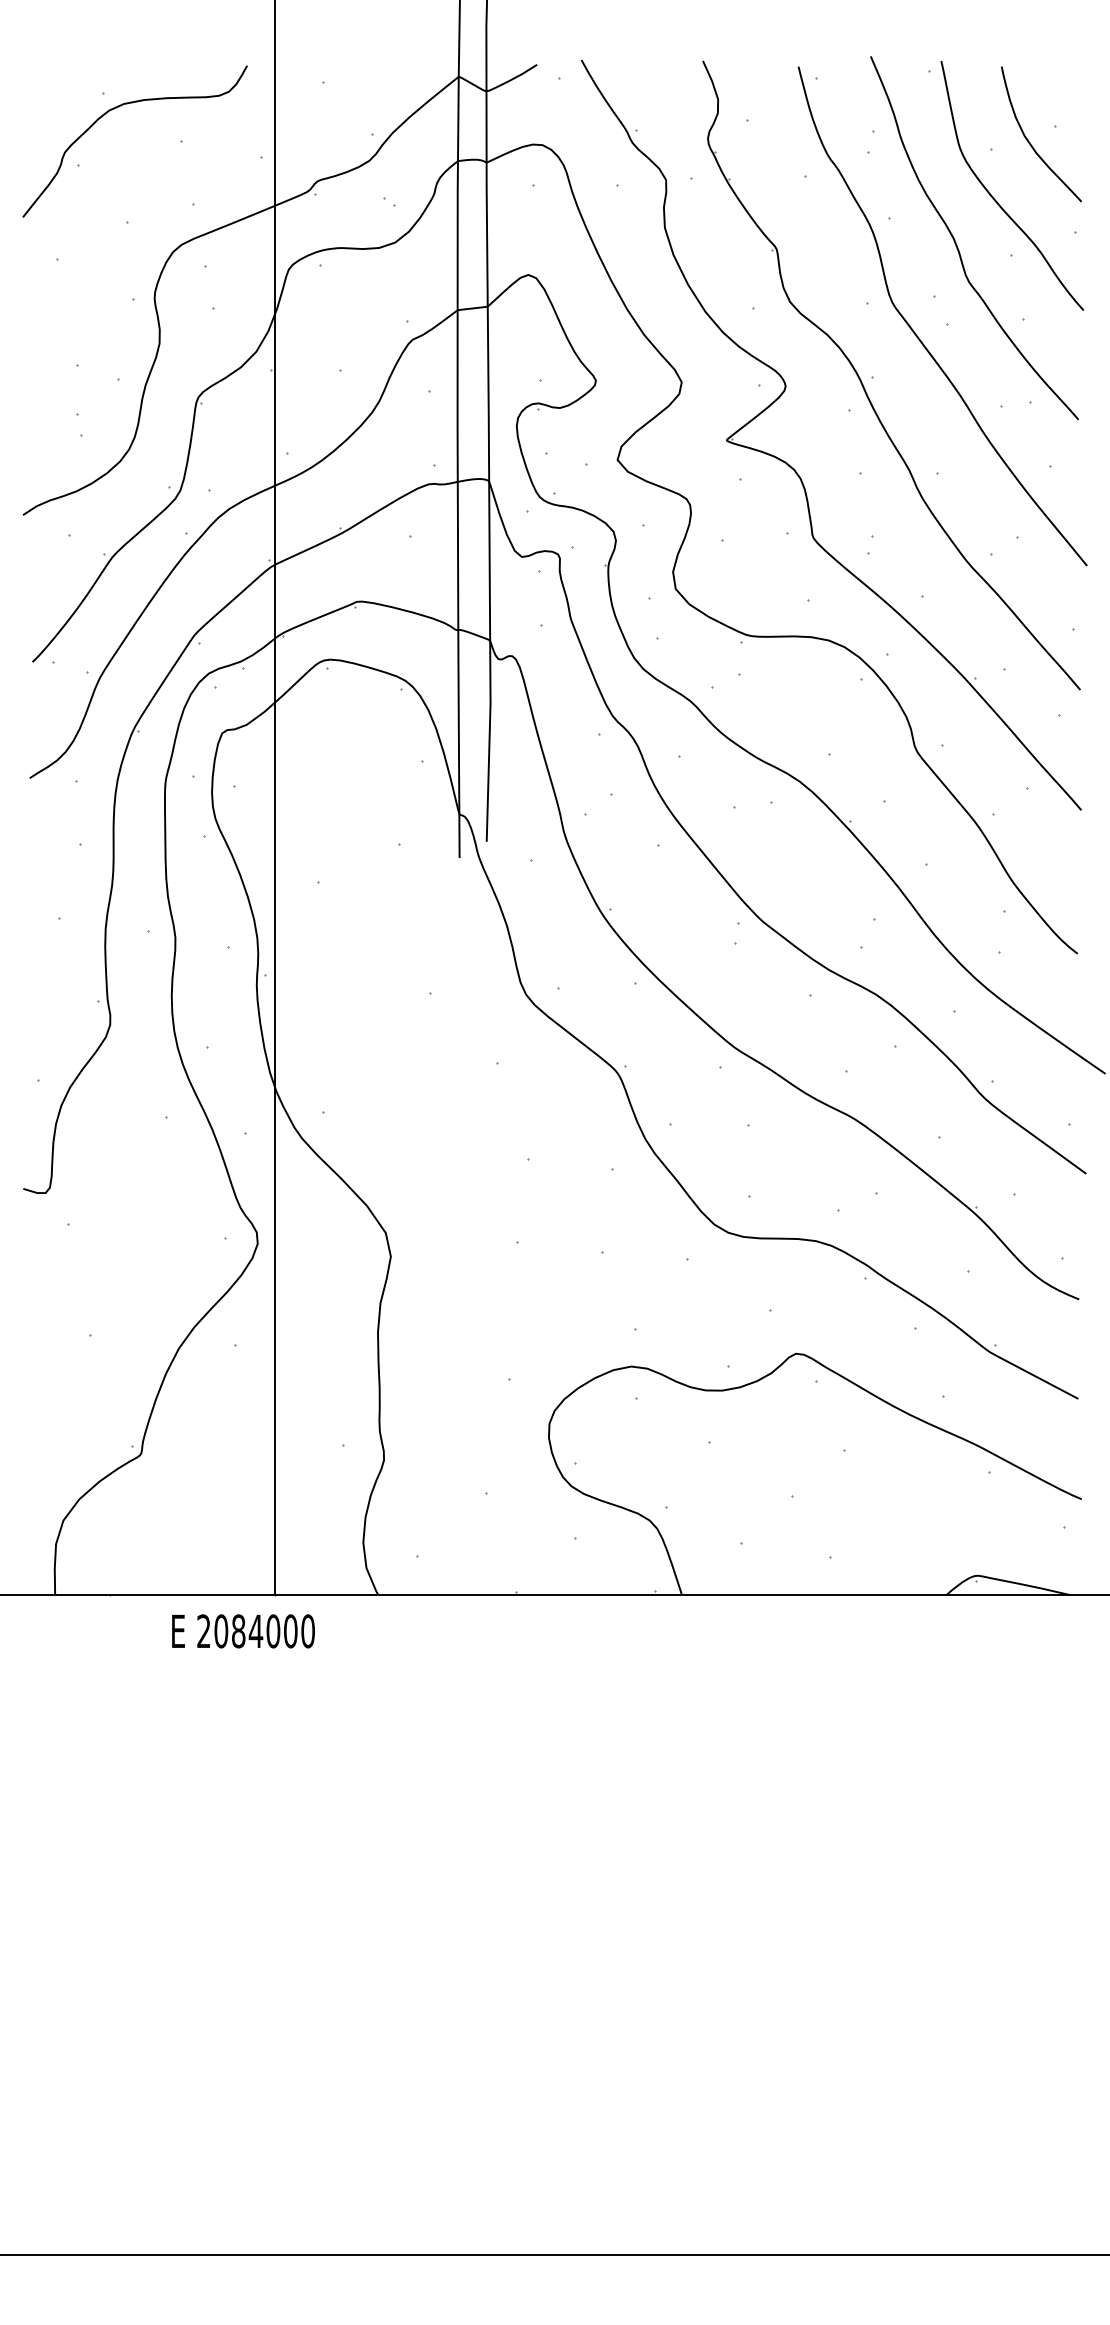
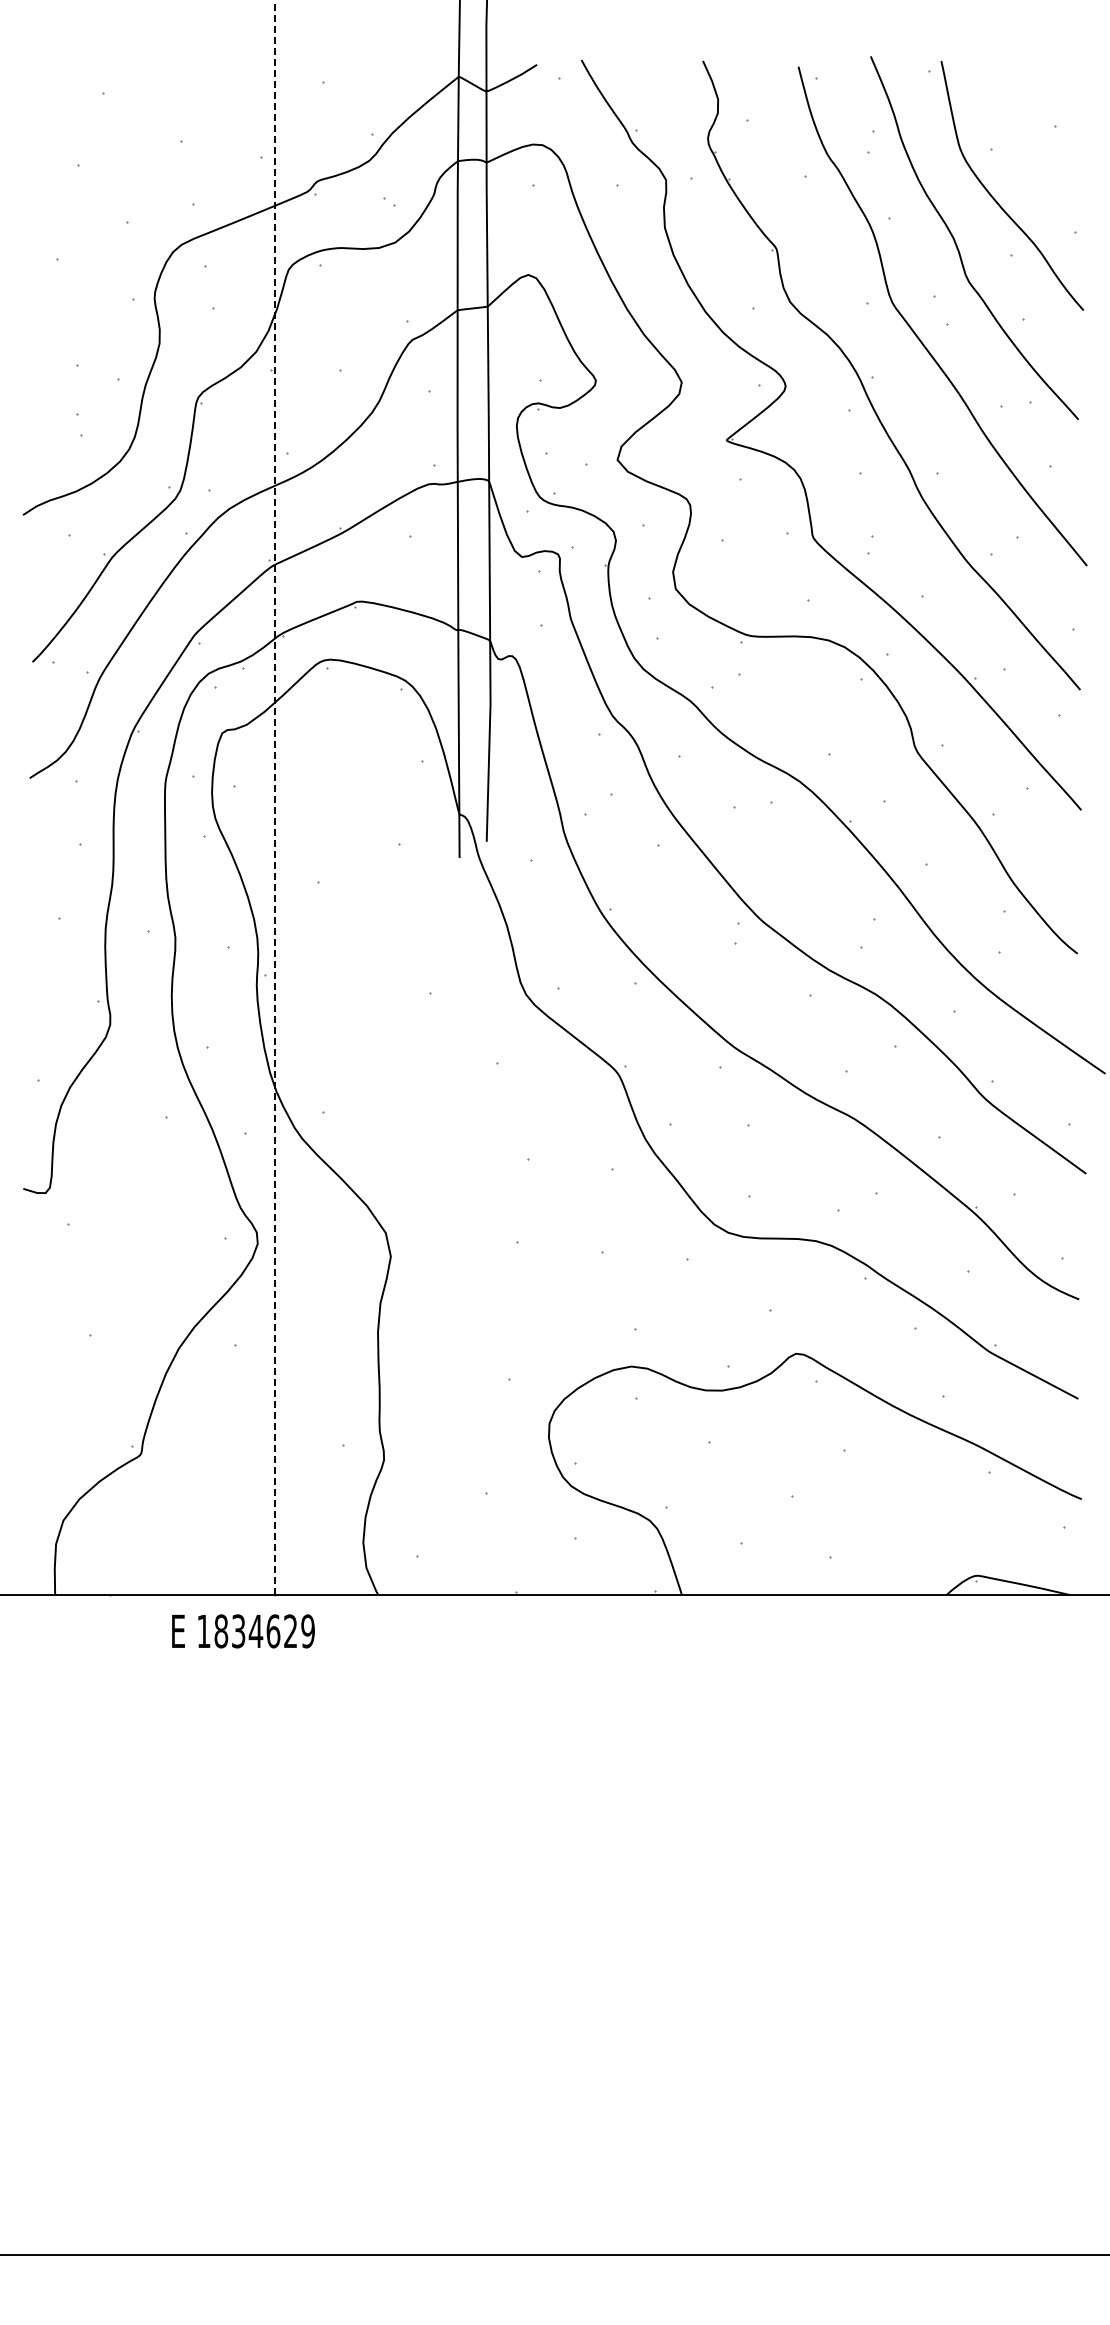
curve at (121, 106): present -> none
curve at (1030, 142): present -> none
line at (274, 797): solid -> dashed
text at (255, 1631): 2084000 -> 1834629
